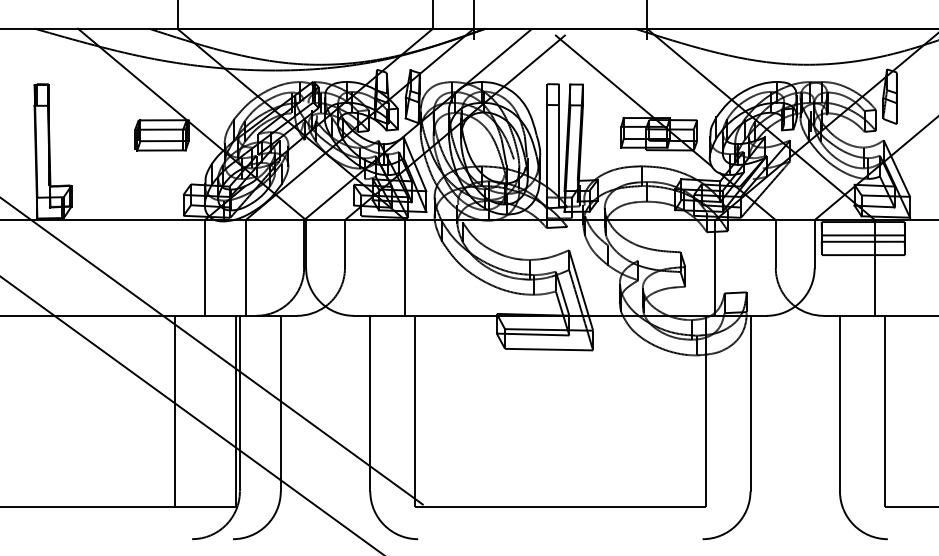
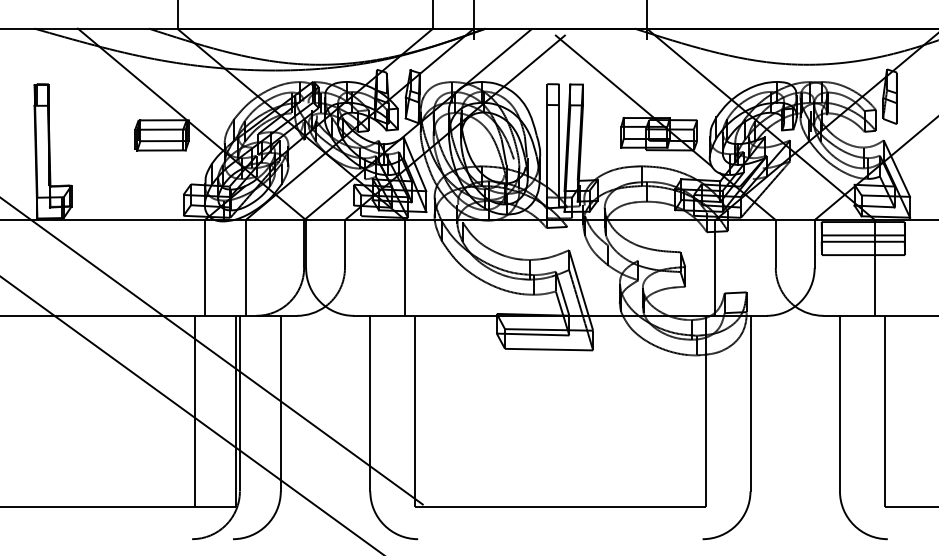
line at (175, 411) position: (175, 411) -> (195, 411)
